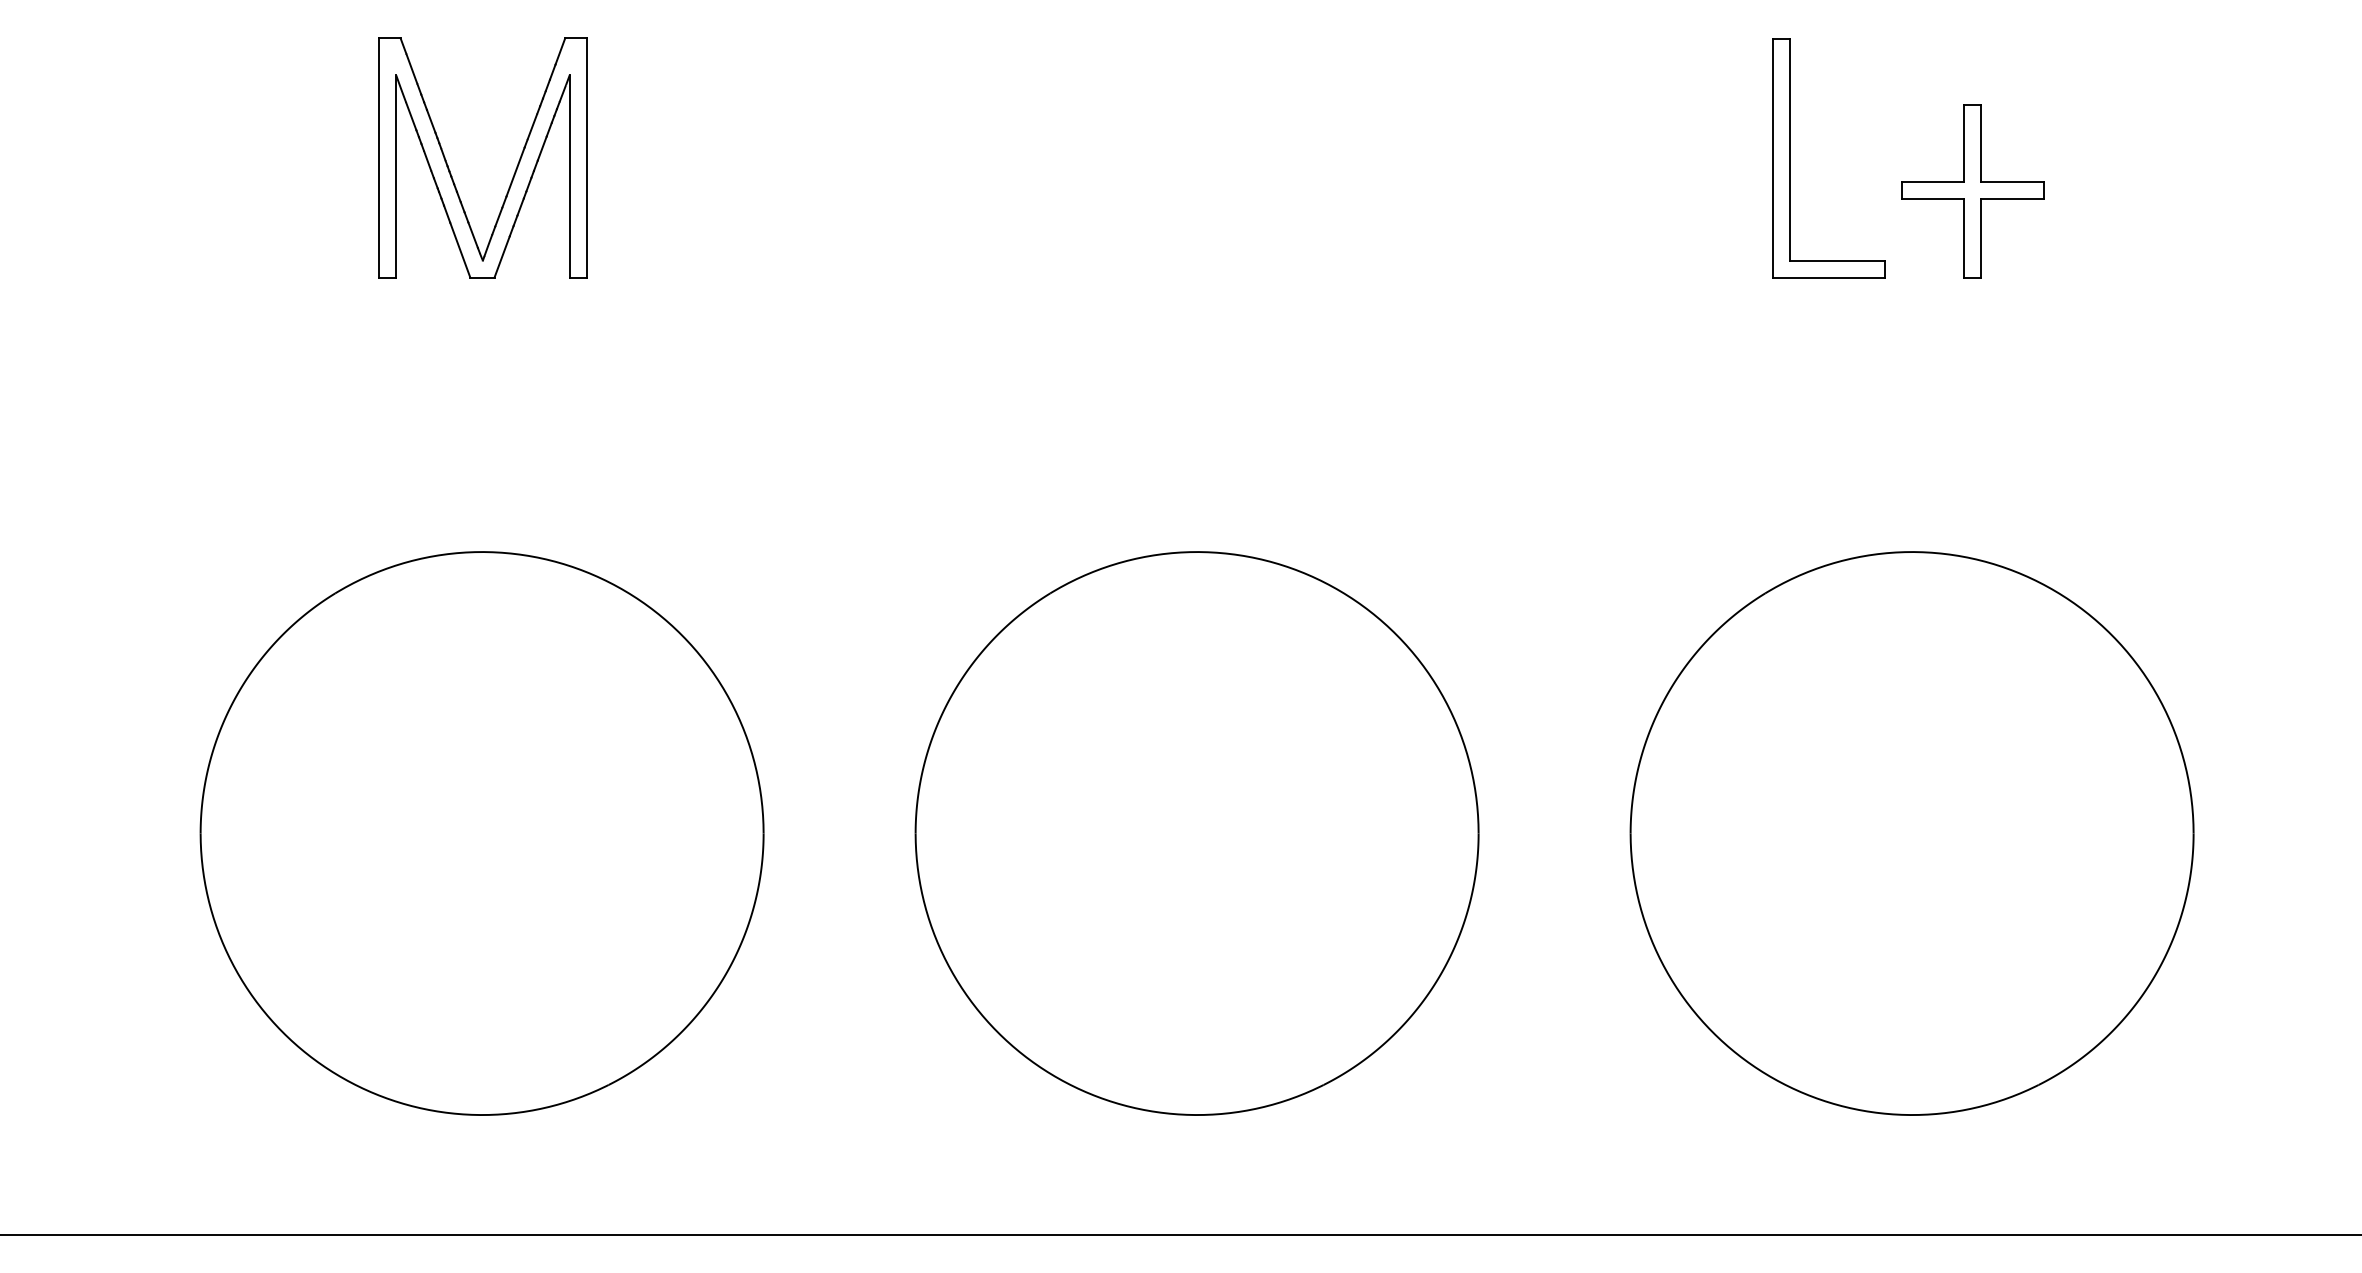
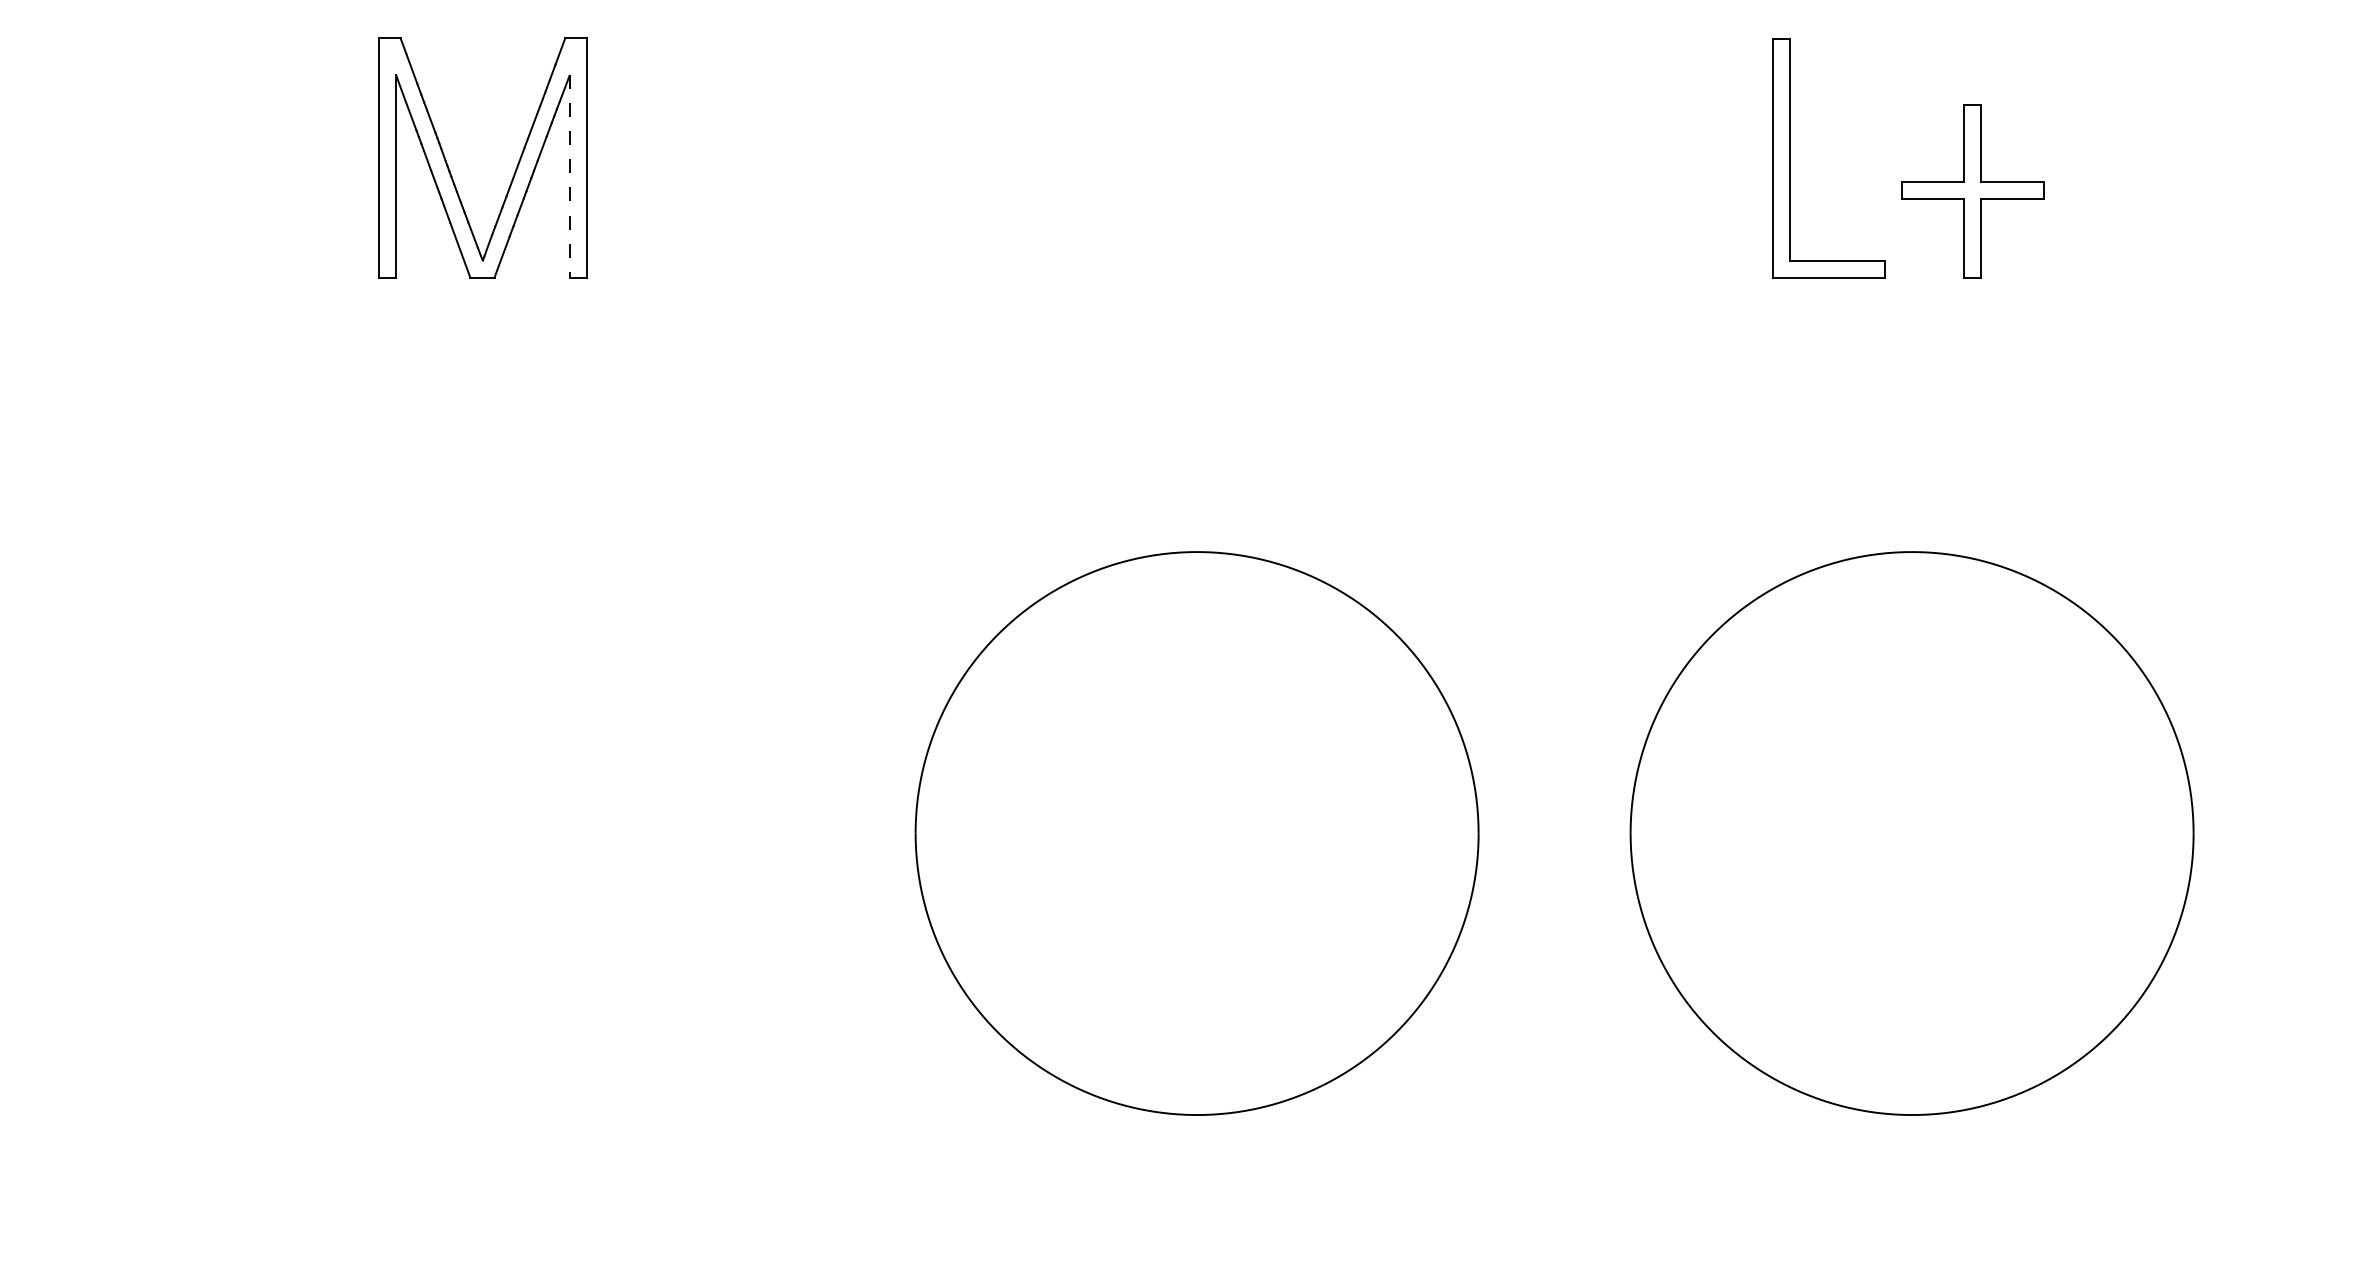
line at (569, 176): solid -> dashed
part at (481, 833): present -> none
line at (1180, 1234): present -> none
